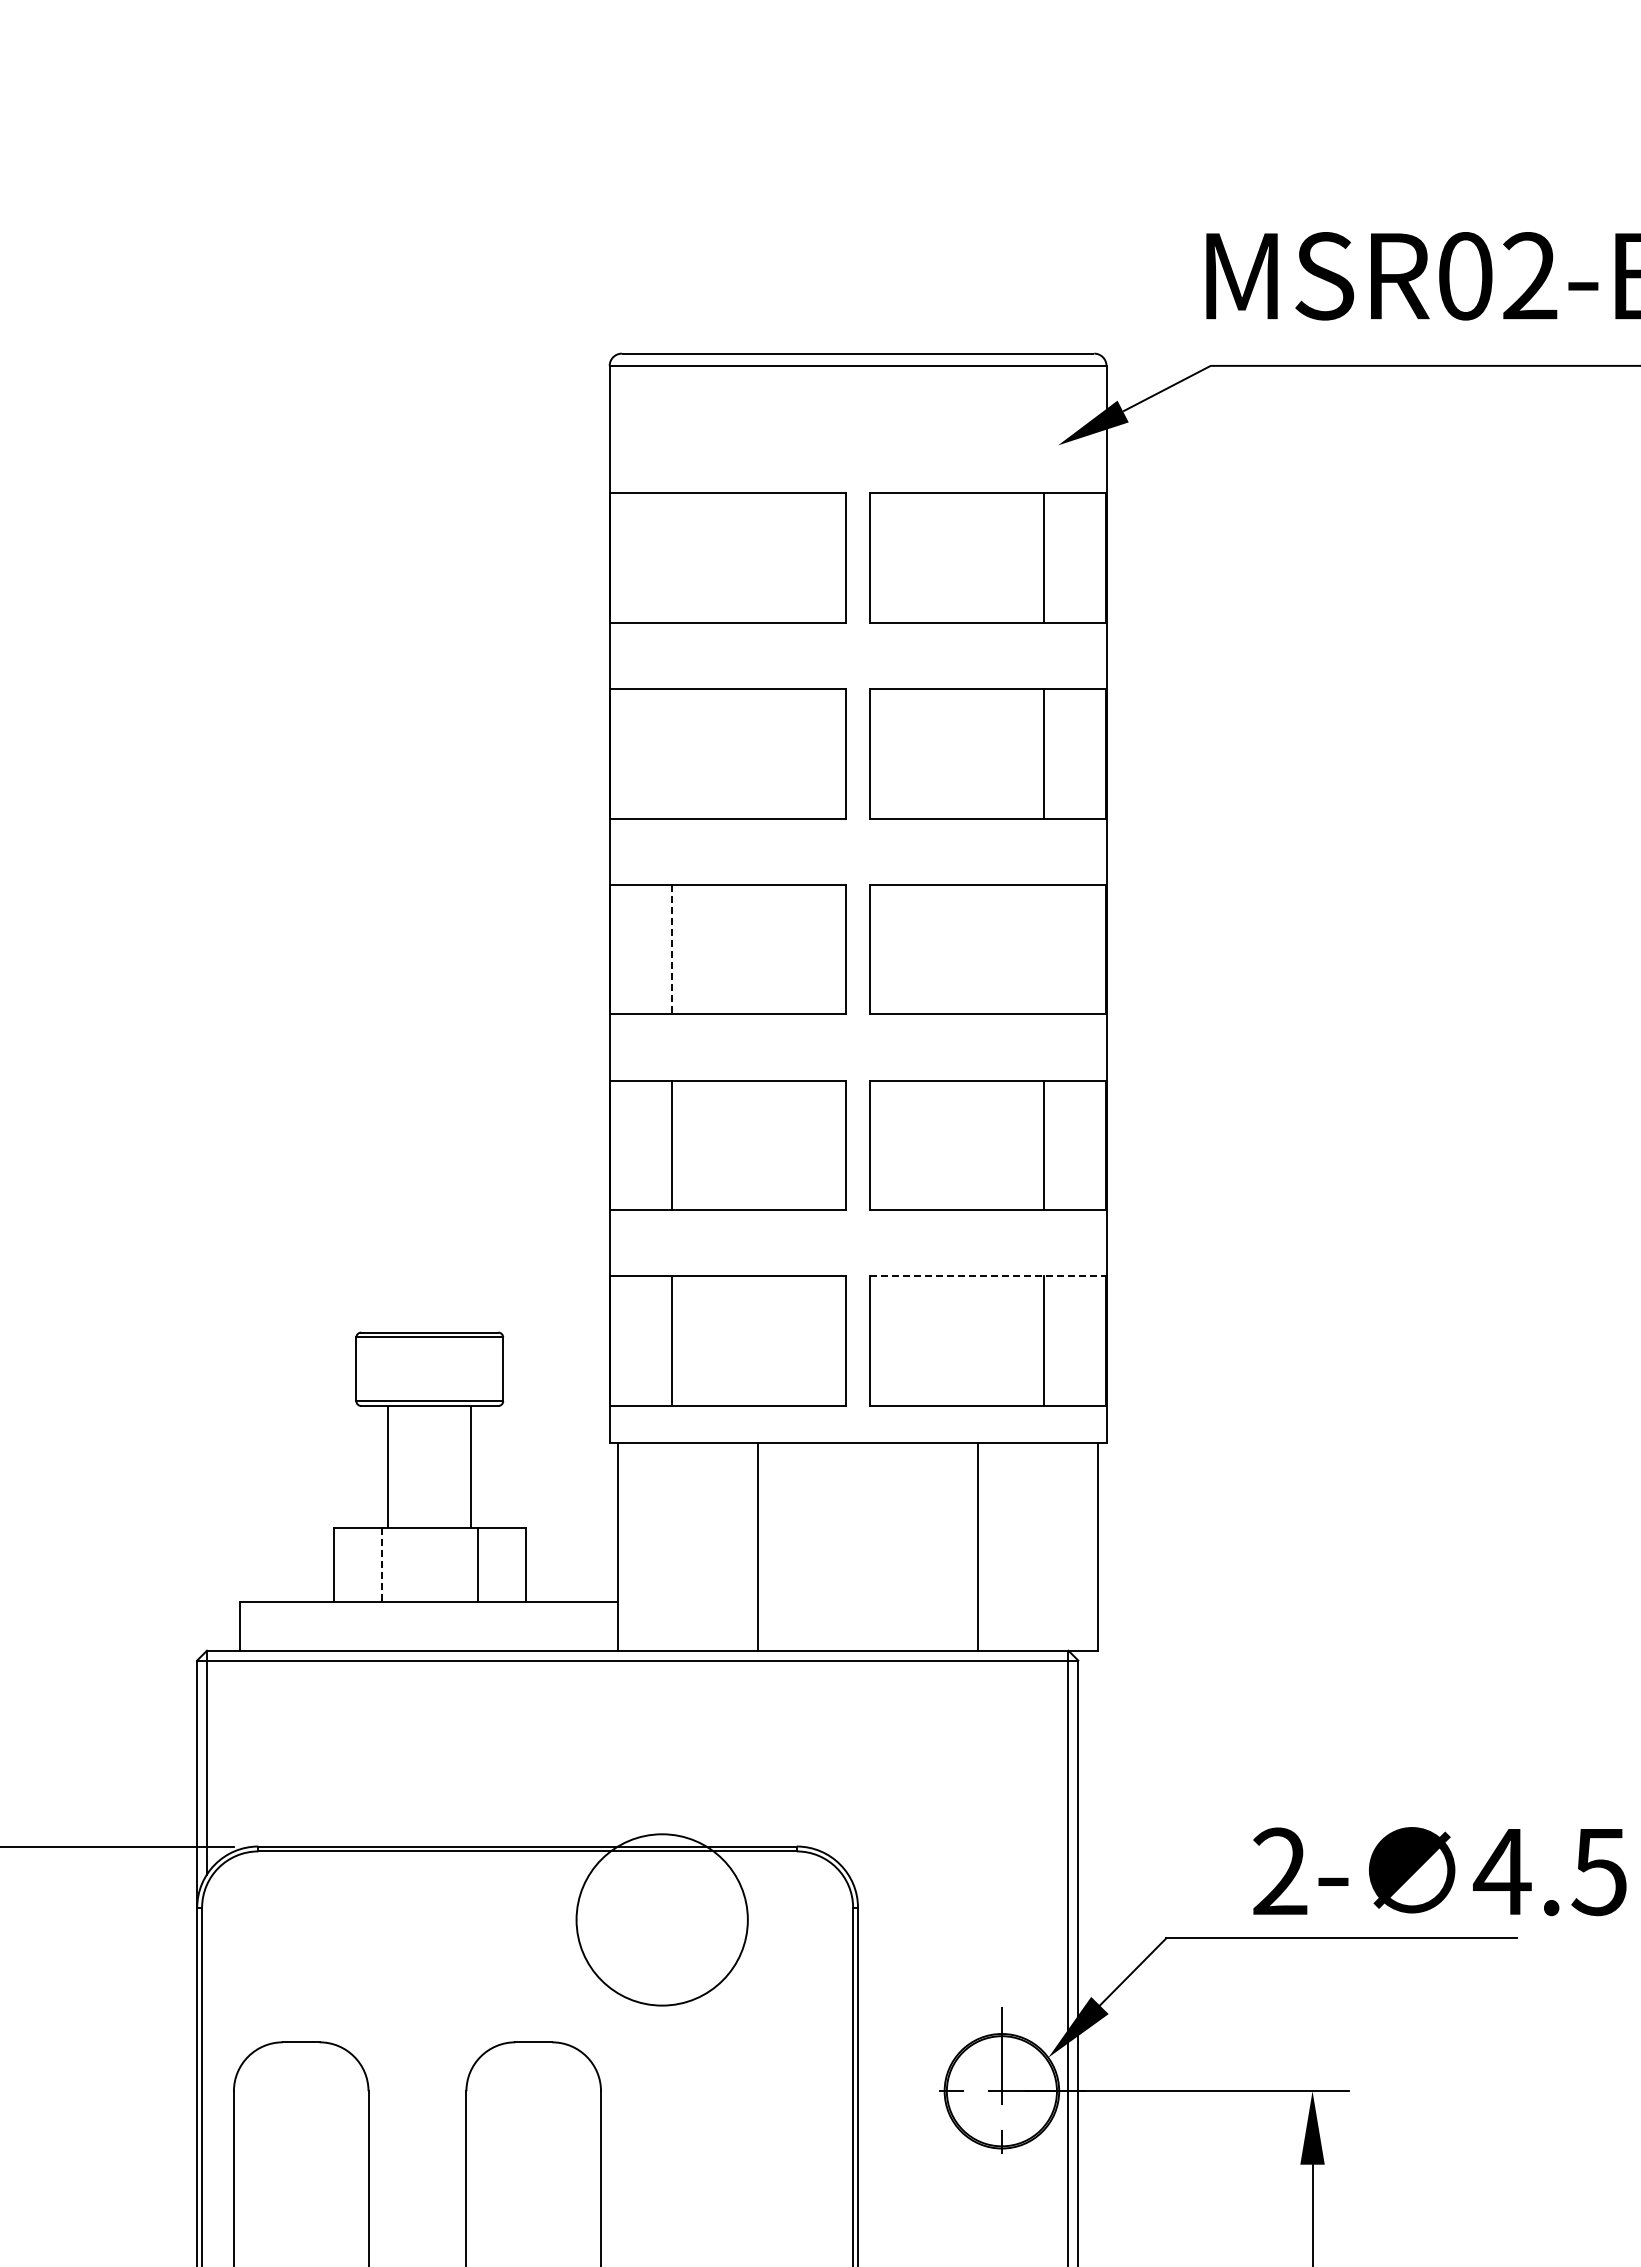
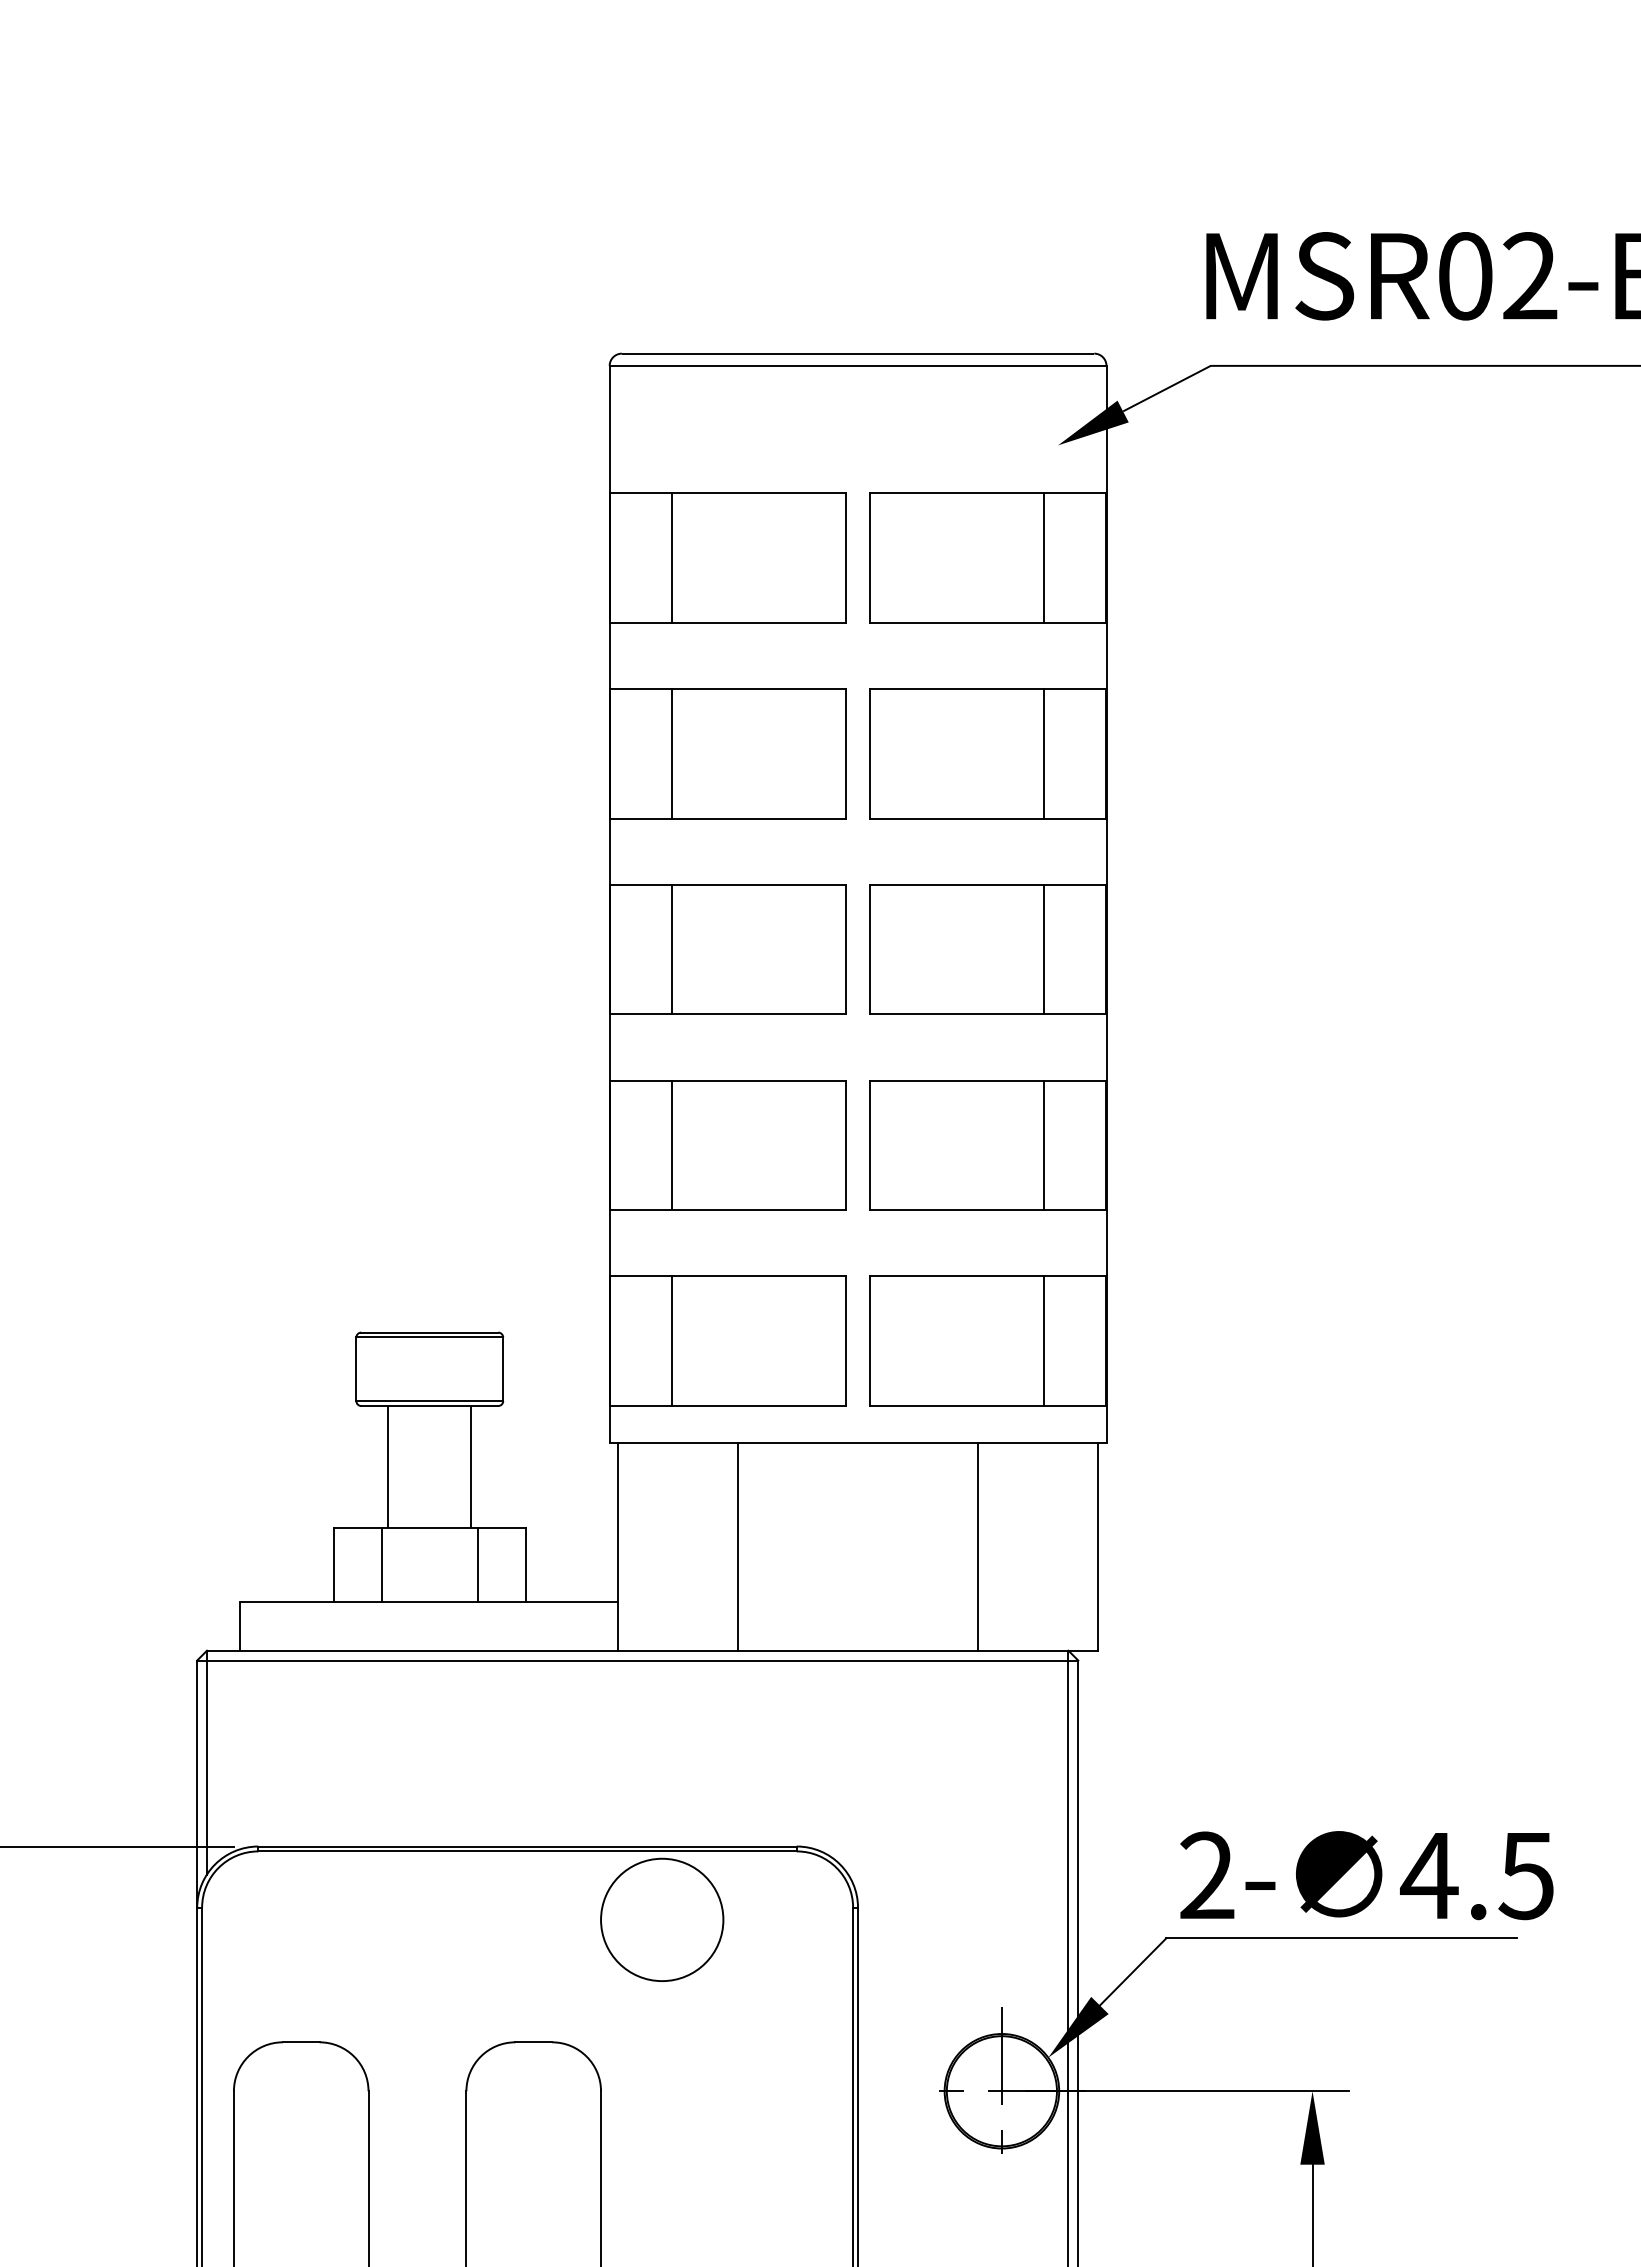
line at (672, 557): none -> present
line at (672, 753): none -> present
line at (672, 949): dashed -> solid
line at (1043, 949): none -> present
line at (988, 1276): dashed -> solid
line at (757, 1546) position: (757, 1546) -> (737, 1546)
line at (381, 1565): dashed -> solid
text at (1439, 1871) position: (1439, 1871) -> (1366, 1875)
circle at (661, 1919) diameter: 171 px -> 122 px
